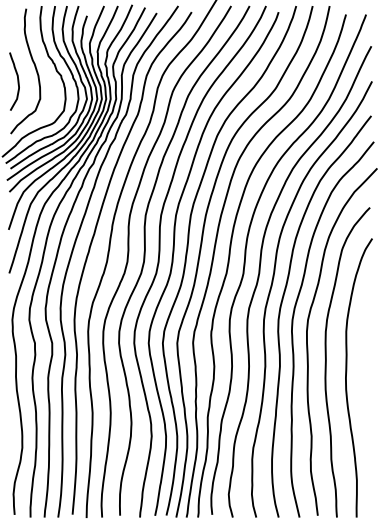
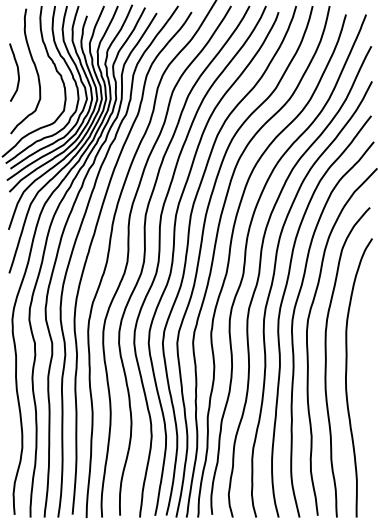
curve at (17, 81) position: (17, 81) -> (17, 72)
